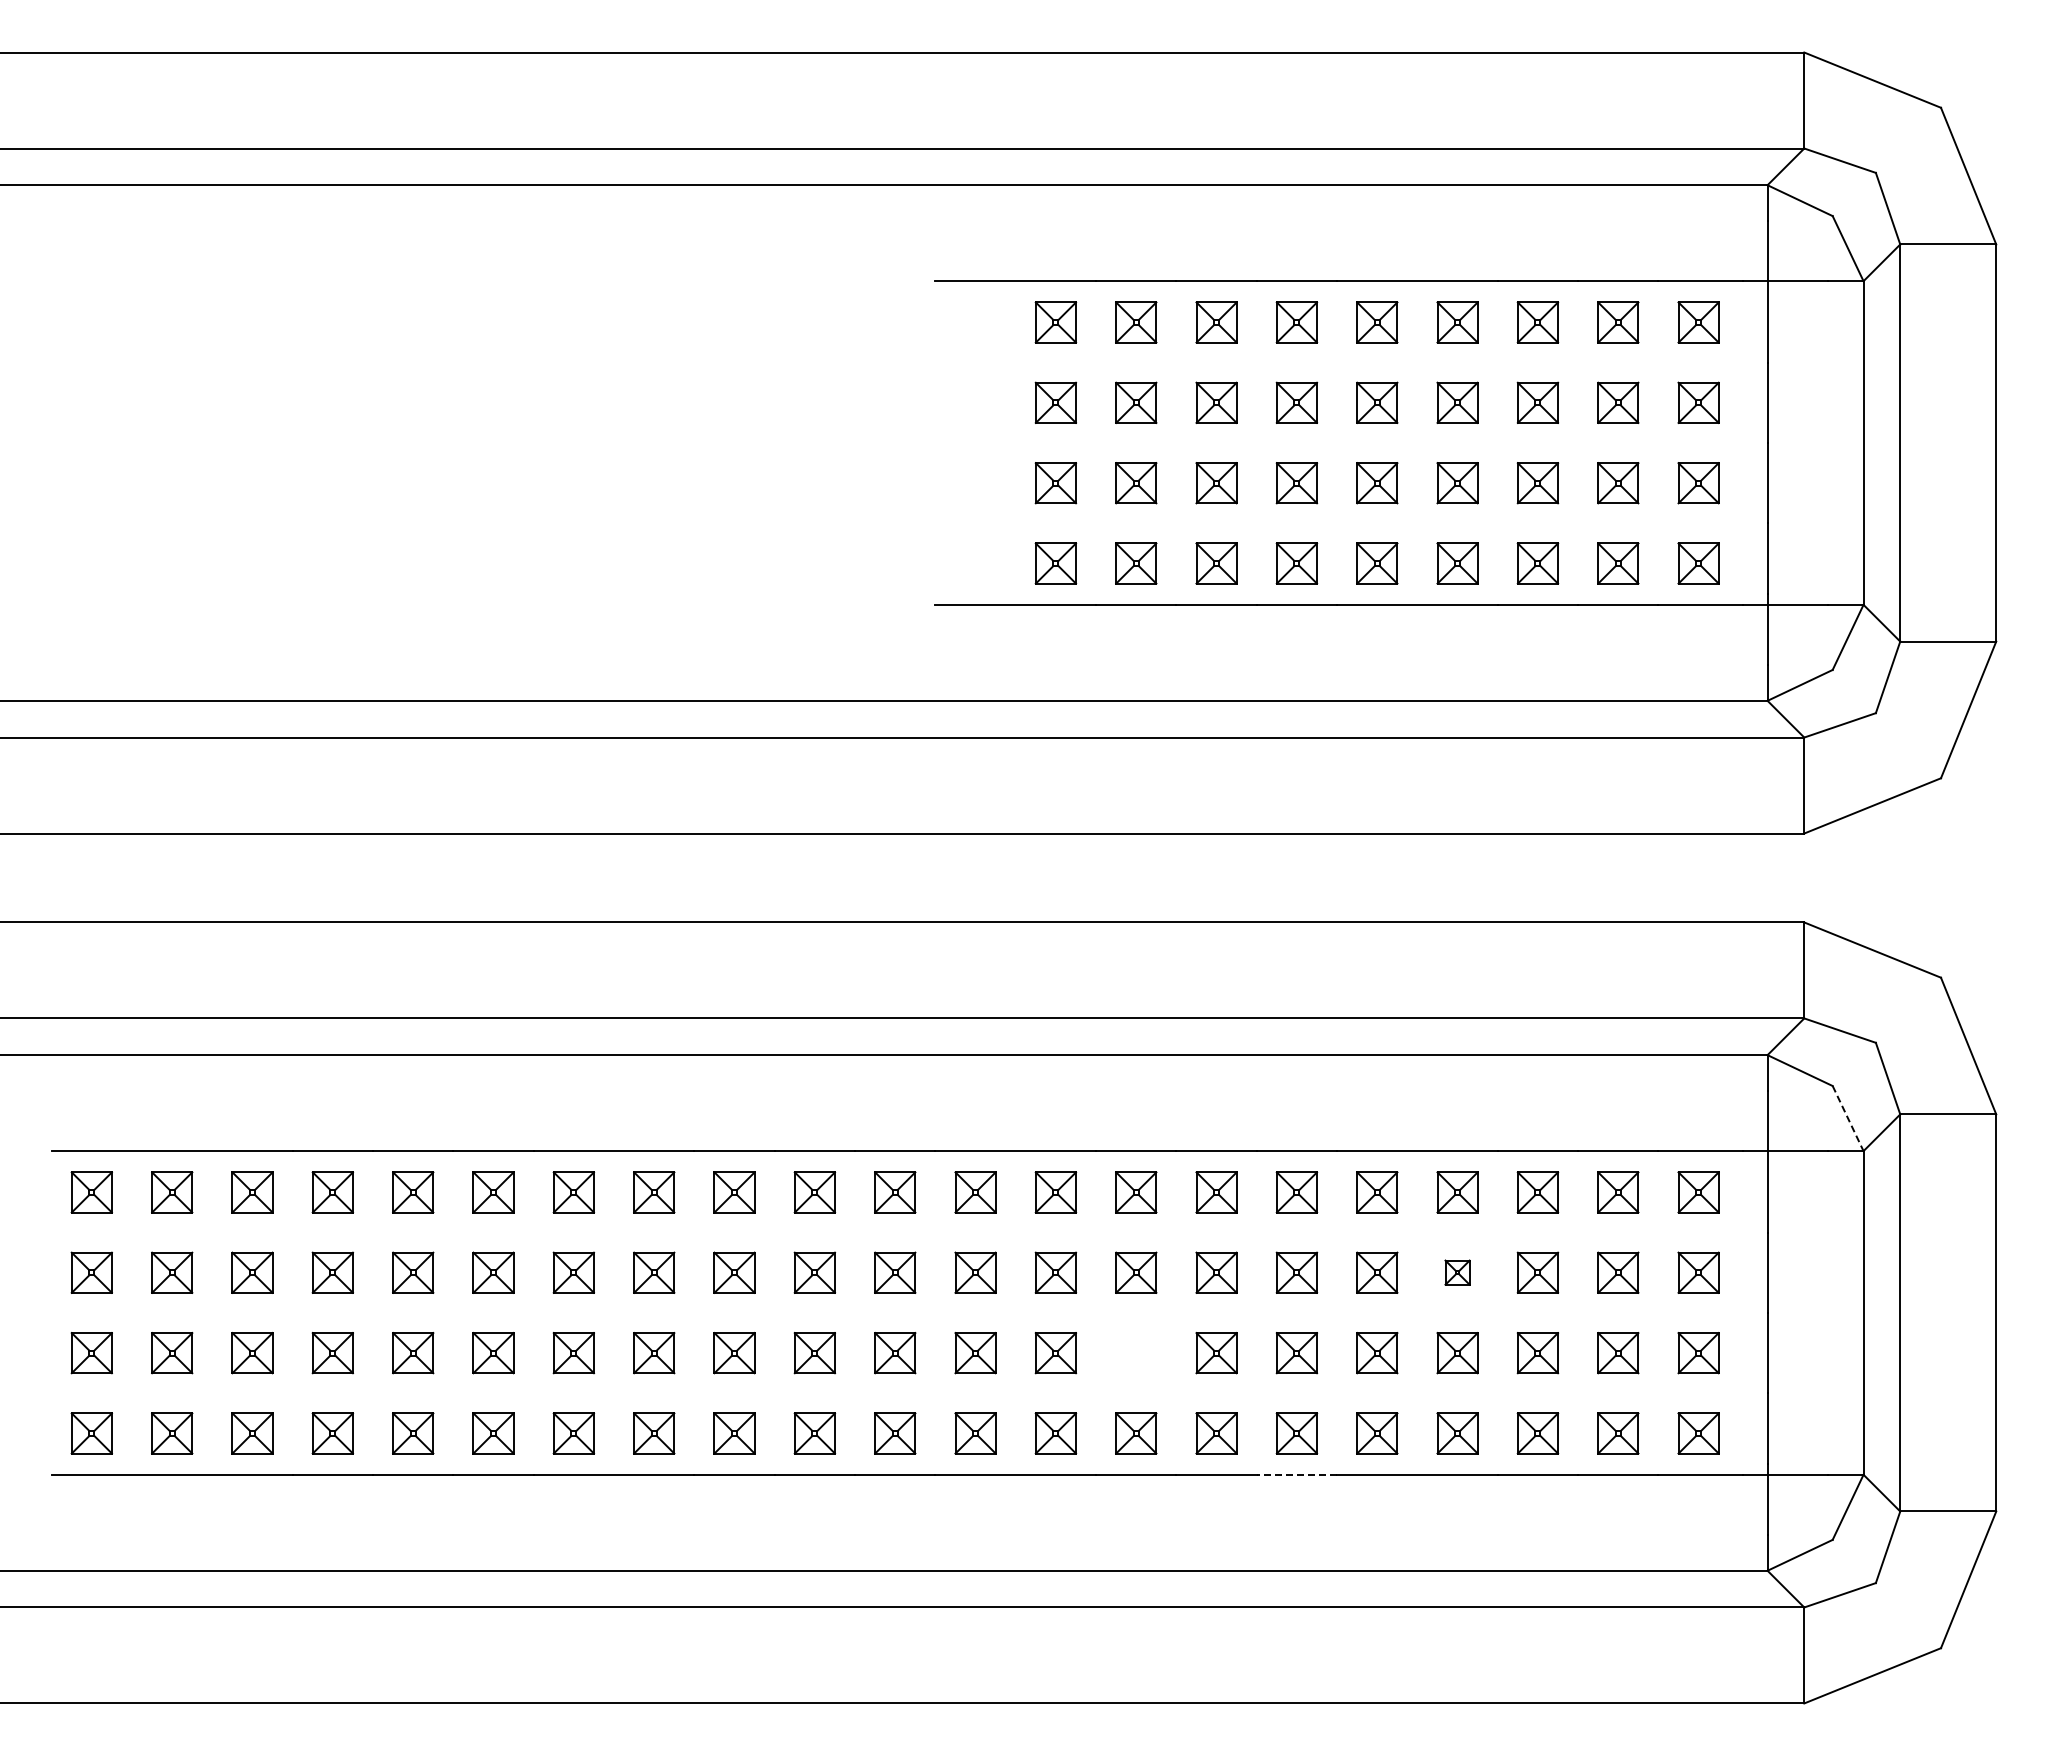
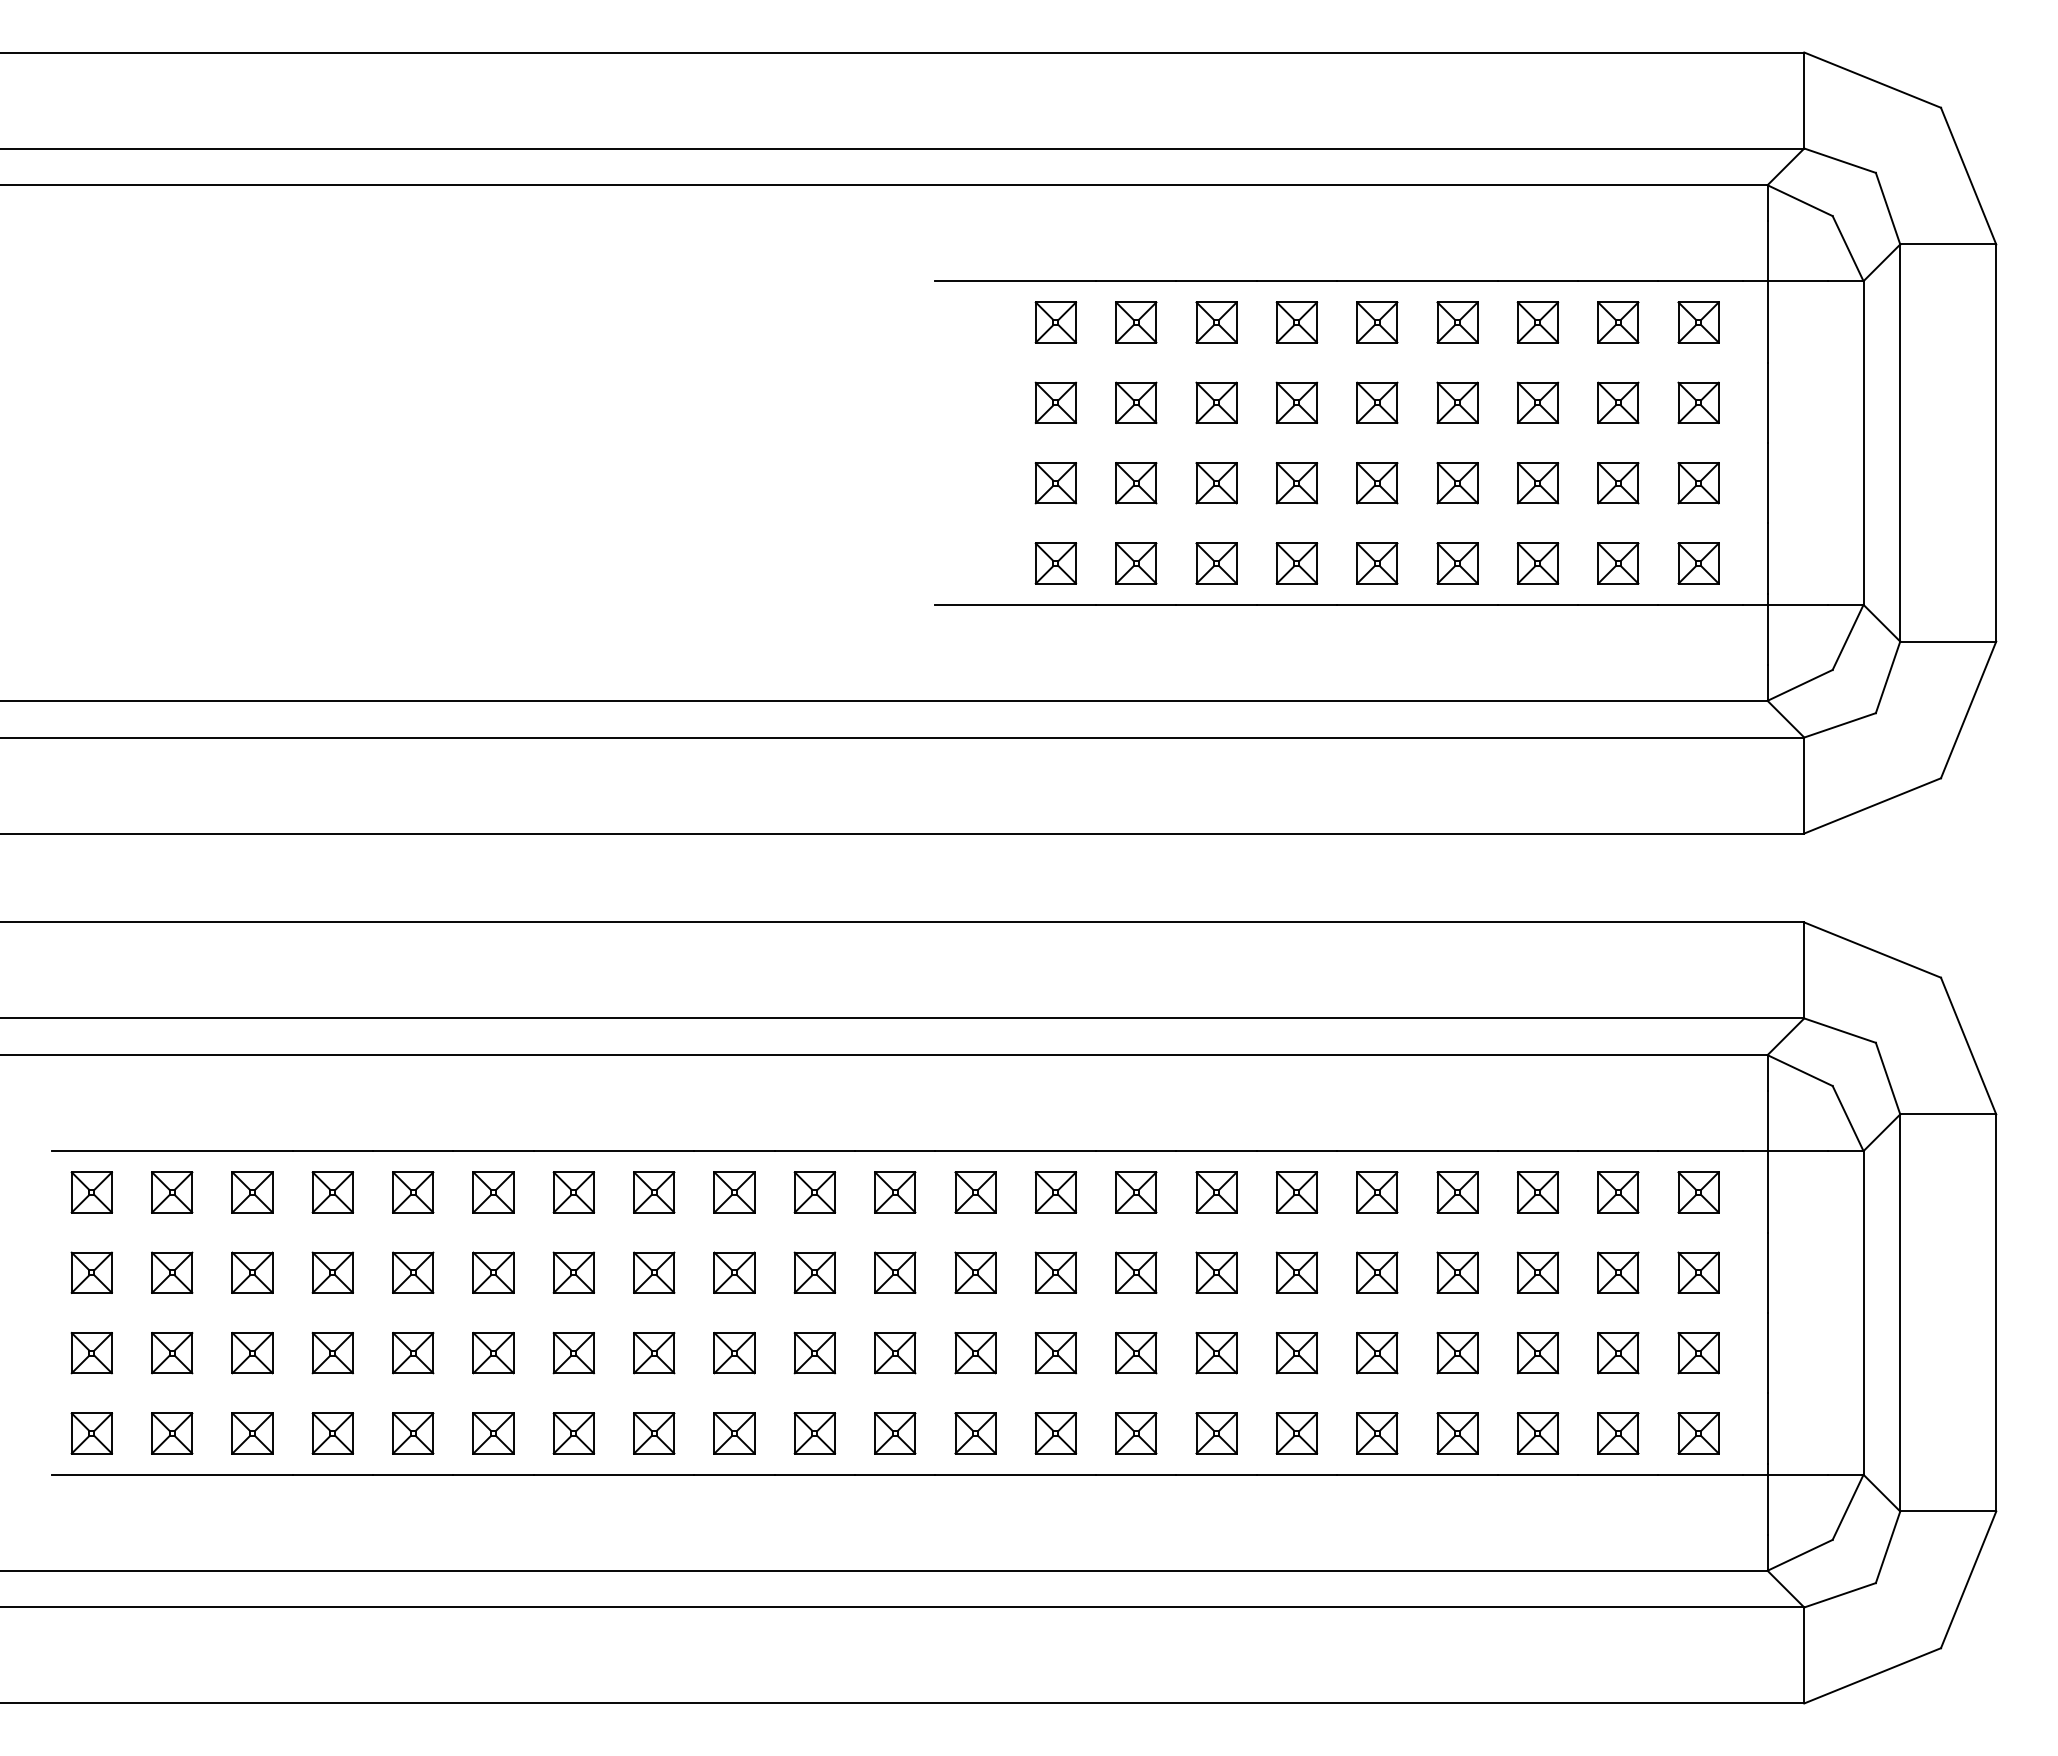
line at (1848, 1119): dashed -> solid
part at (1457, 1272) size: 27x27 px -> 43x43 px
part at (1136, 1353): none -> present
line at (1296, 1474): dashed -> solid
